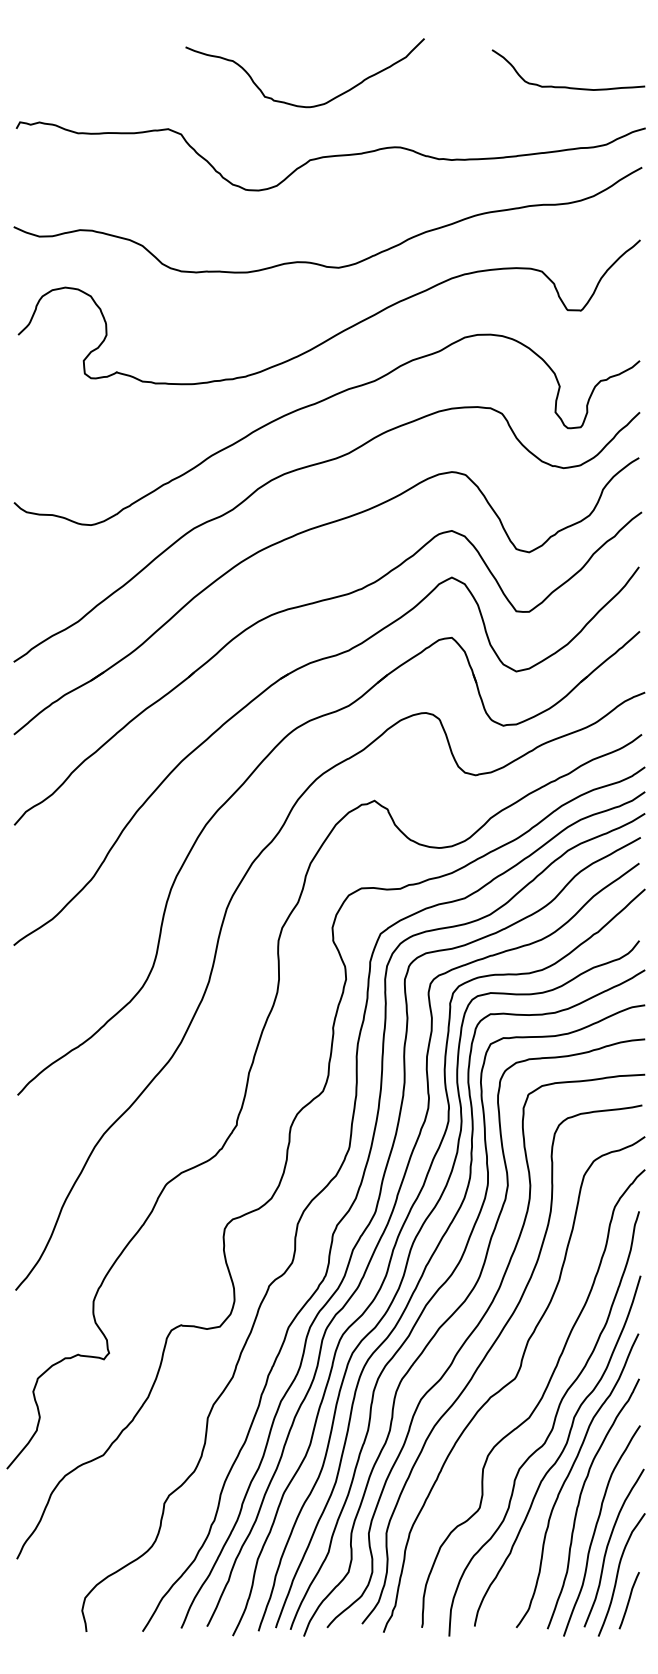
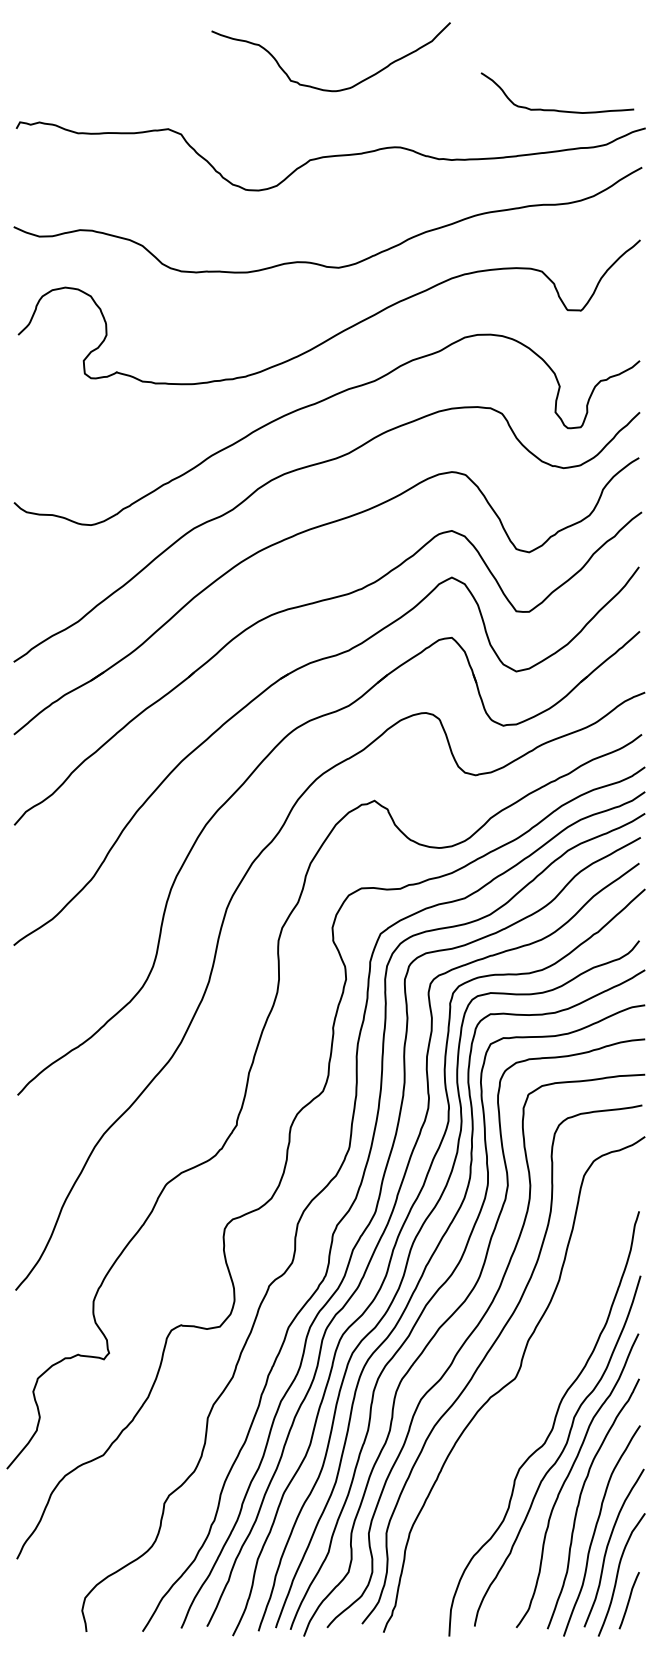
curve at (567, 86) position: (567, 86) -> (556, 109)
curve at (302, 105) position: (302, 105) -> (328, 89)
curve at (538, 1401): present -> none
